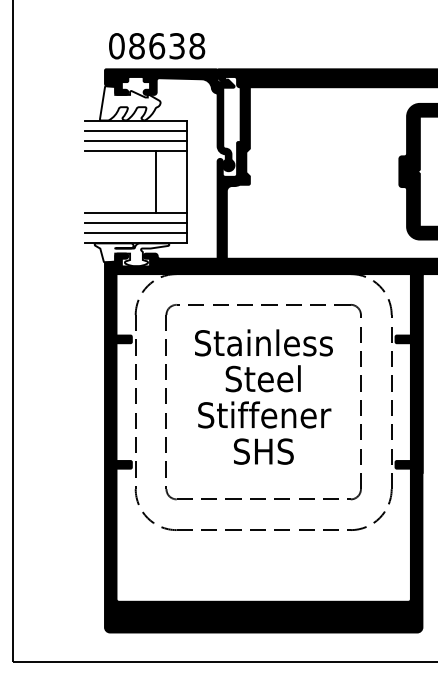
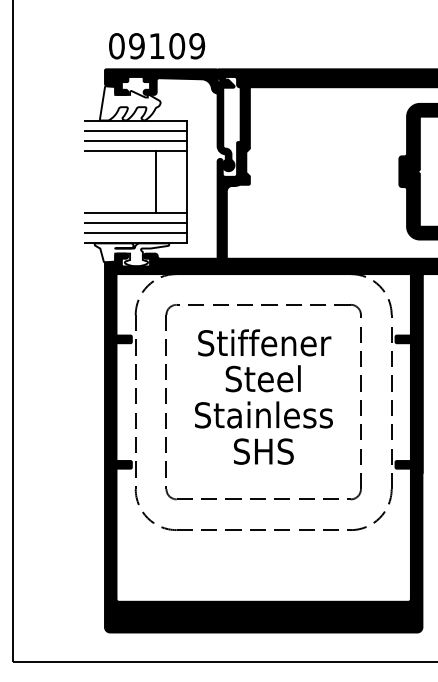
text at (167, 46): 08638 -> 09109
text at (263, 342): Stainless -> Stiffener
text at (263, 414): Stiffener -> Stainless
